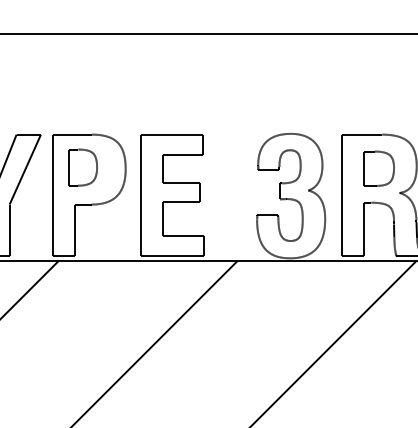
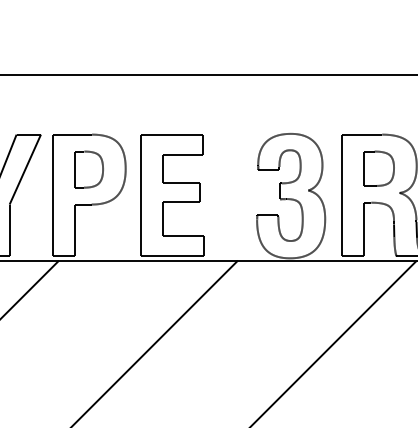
line at (208, 34) position: (208, 34) -> (208, 75)
part at (82, 167) position: (82, 167) -> (88, 169)
